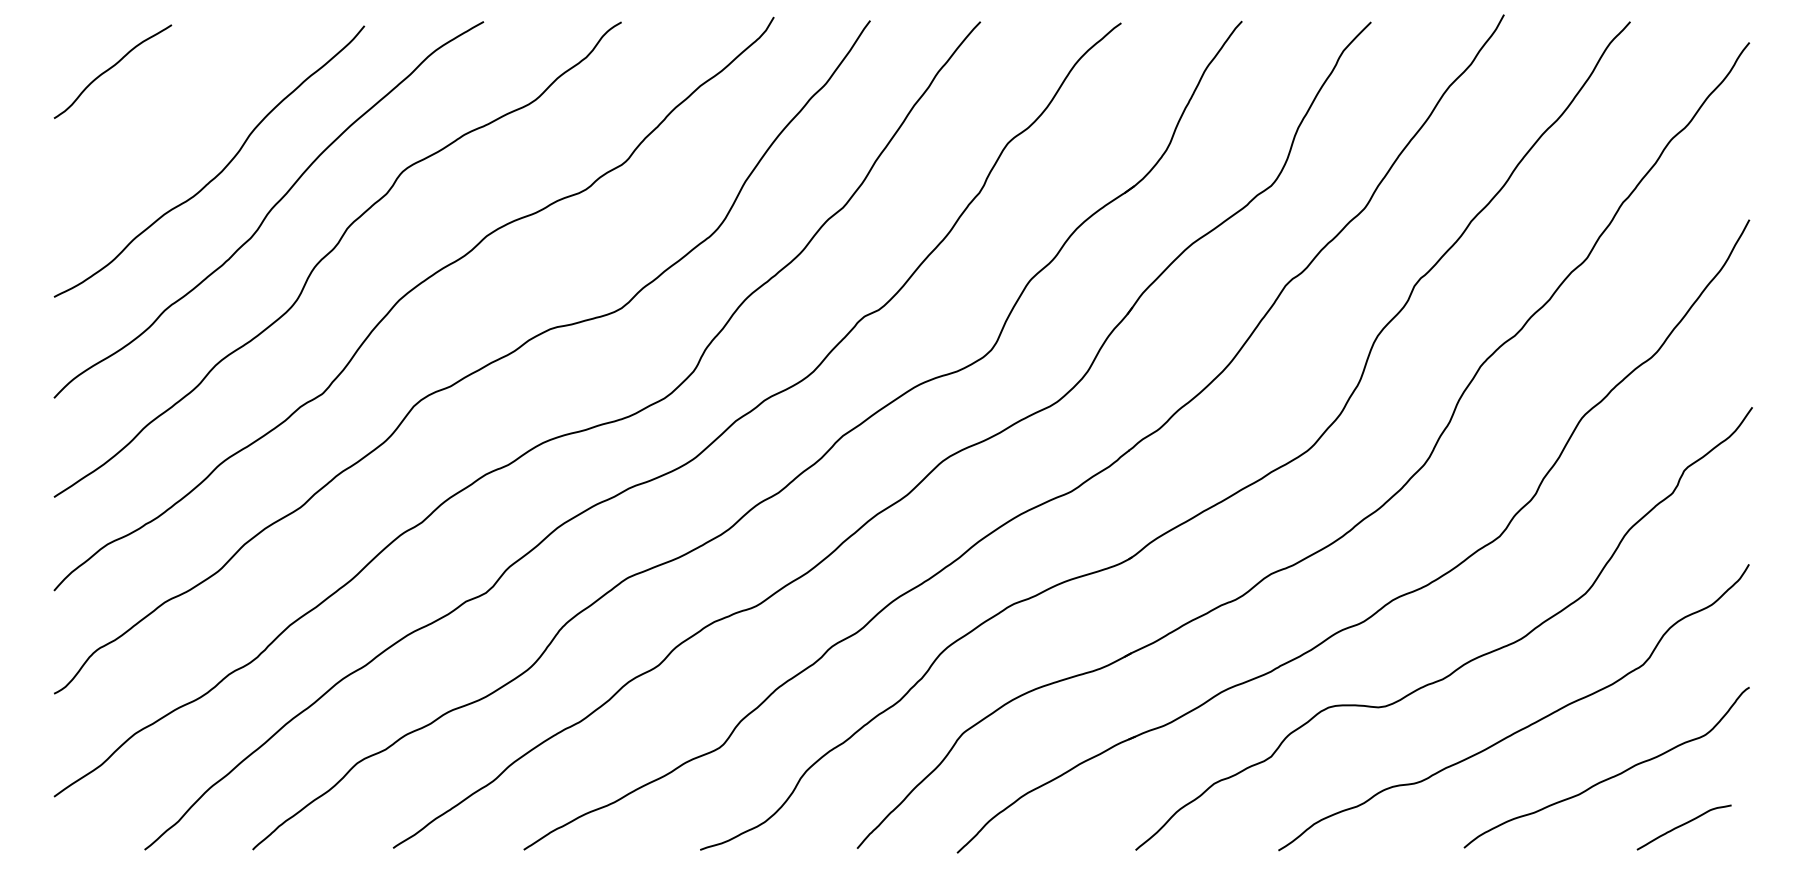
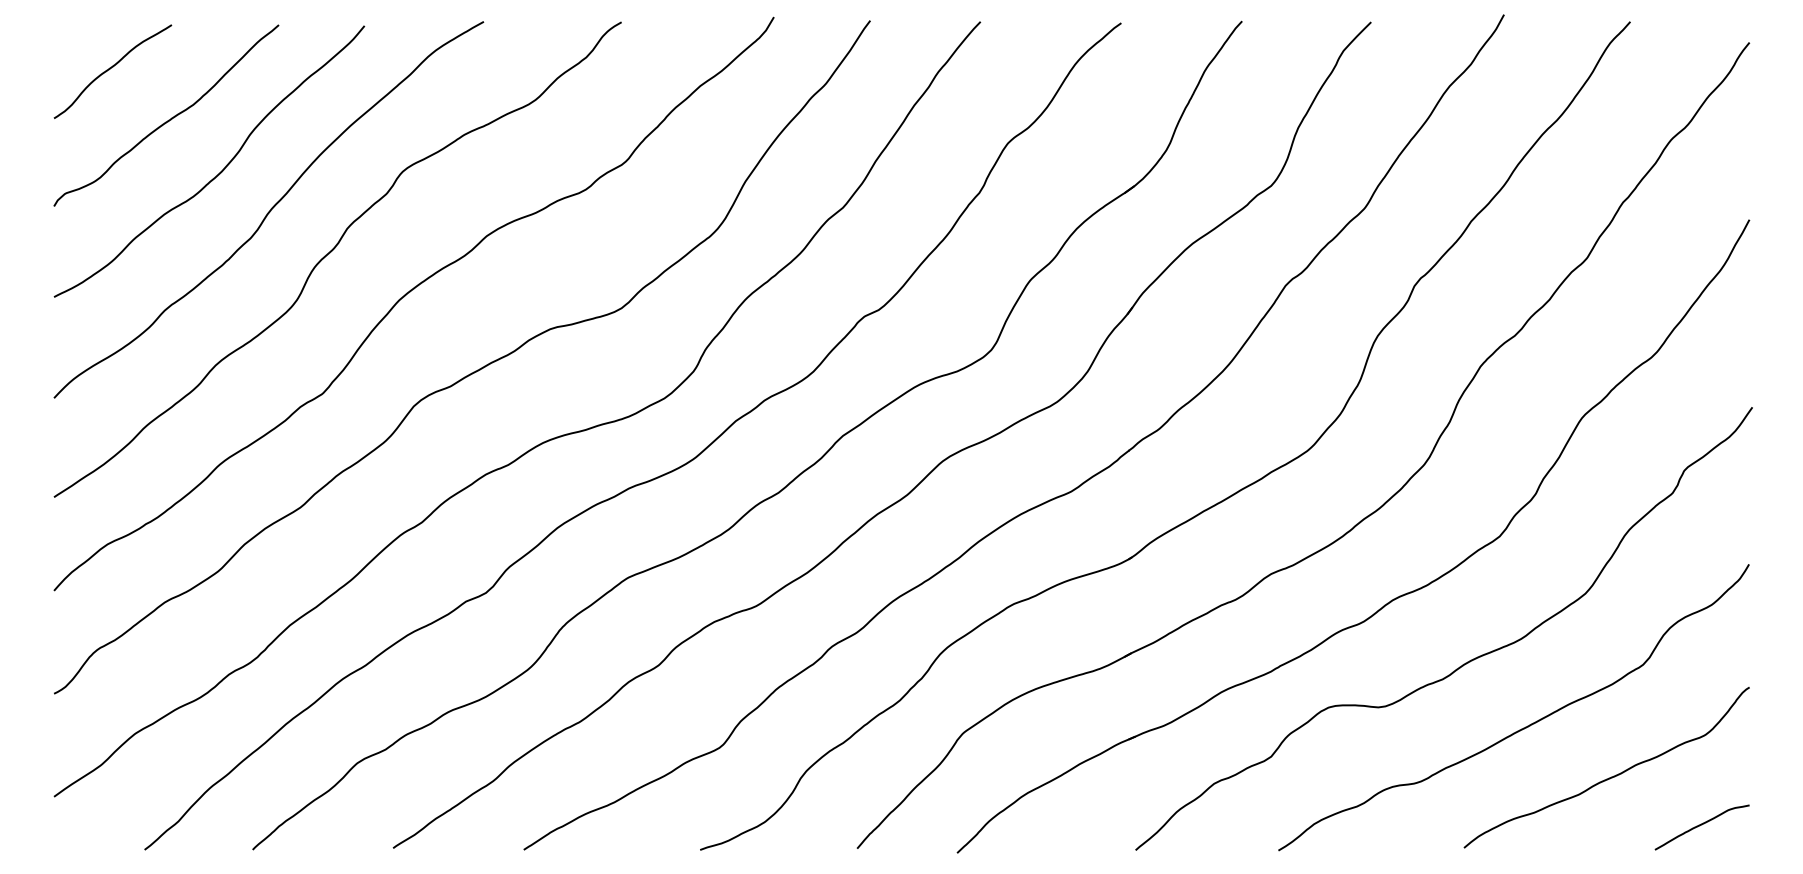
curve at (168, 119): none -> present
curve at (1683, 825) position: (1683, 825) -> (1701, 825)
